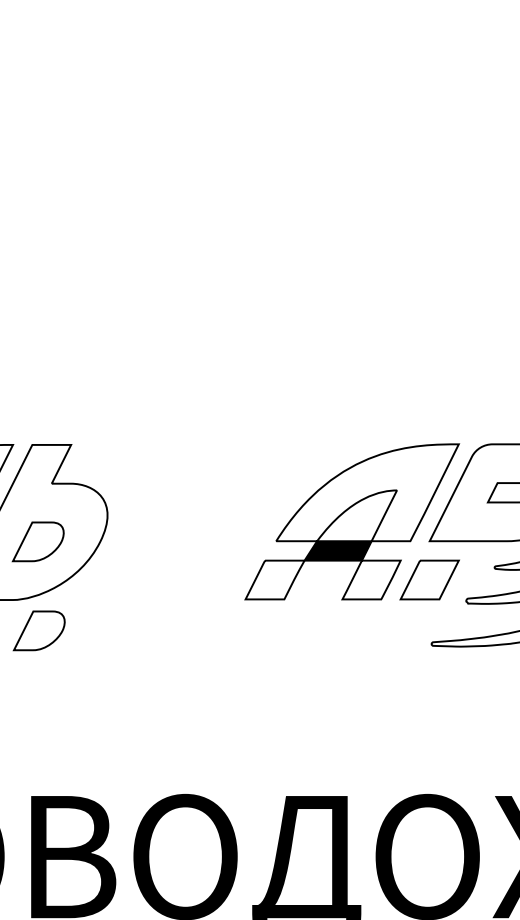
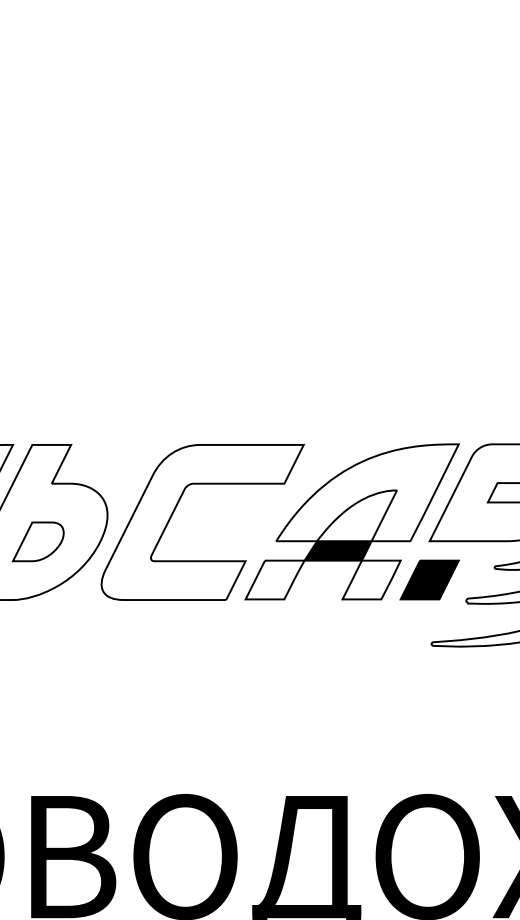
part at (176, 508): none -> present
fill at (429, 579): none -> present
part at (38, 630): present -> none
